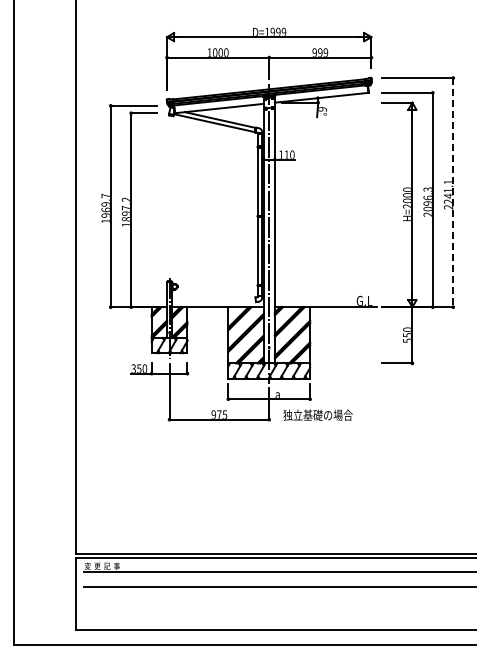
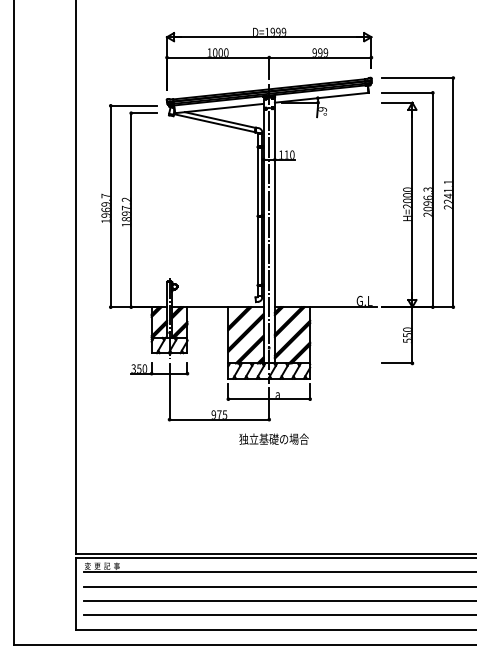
line at (453, 192): dashed -> solid
text at (317, 414) position: (317, 414) -> (273, 438)
line at (278, 601): none -> present
line at (278, 615): none -> present
